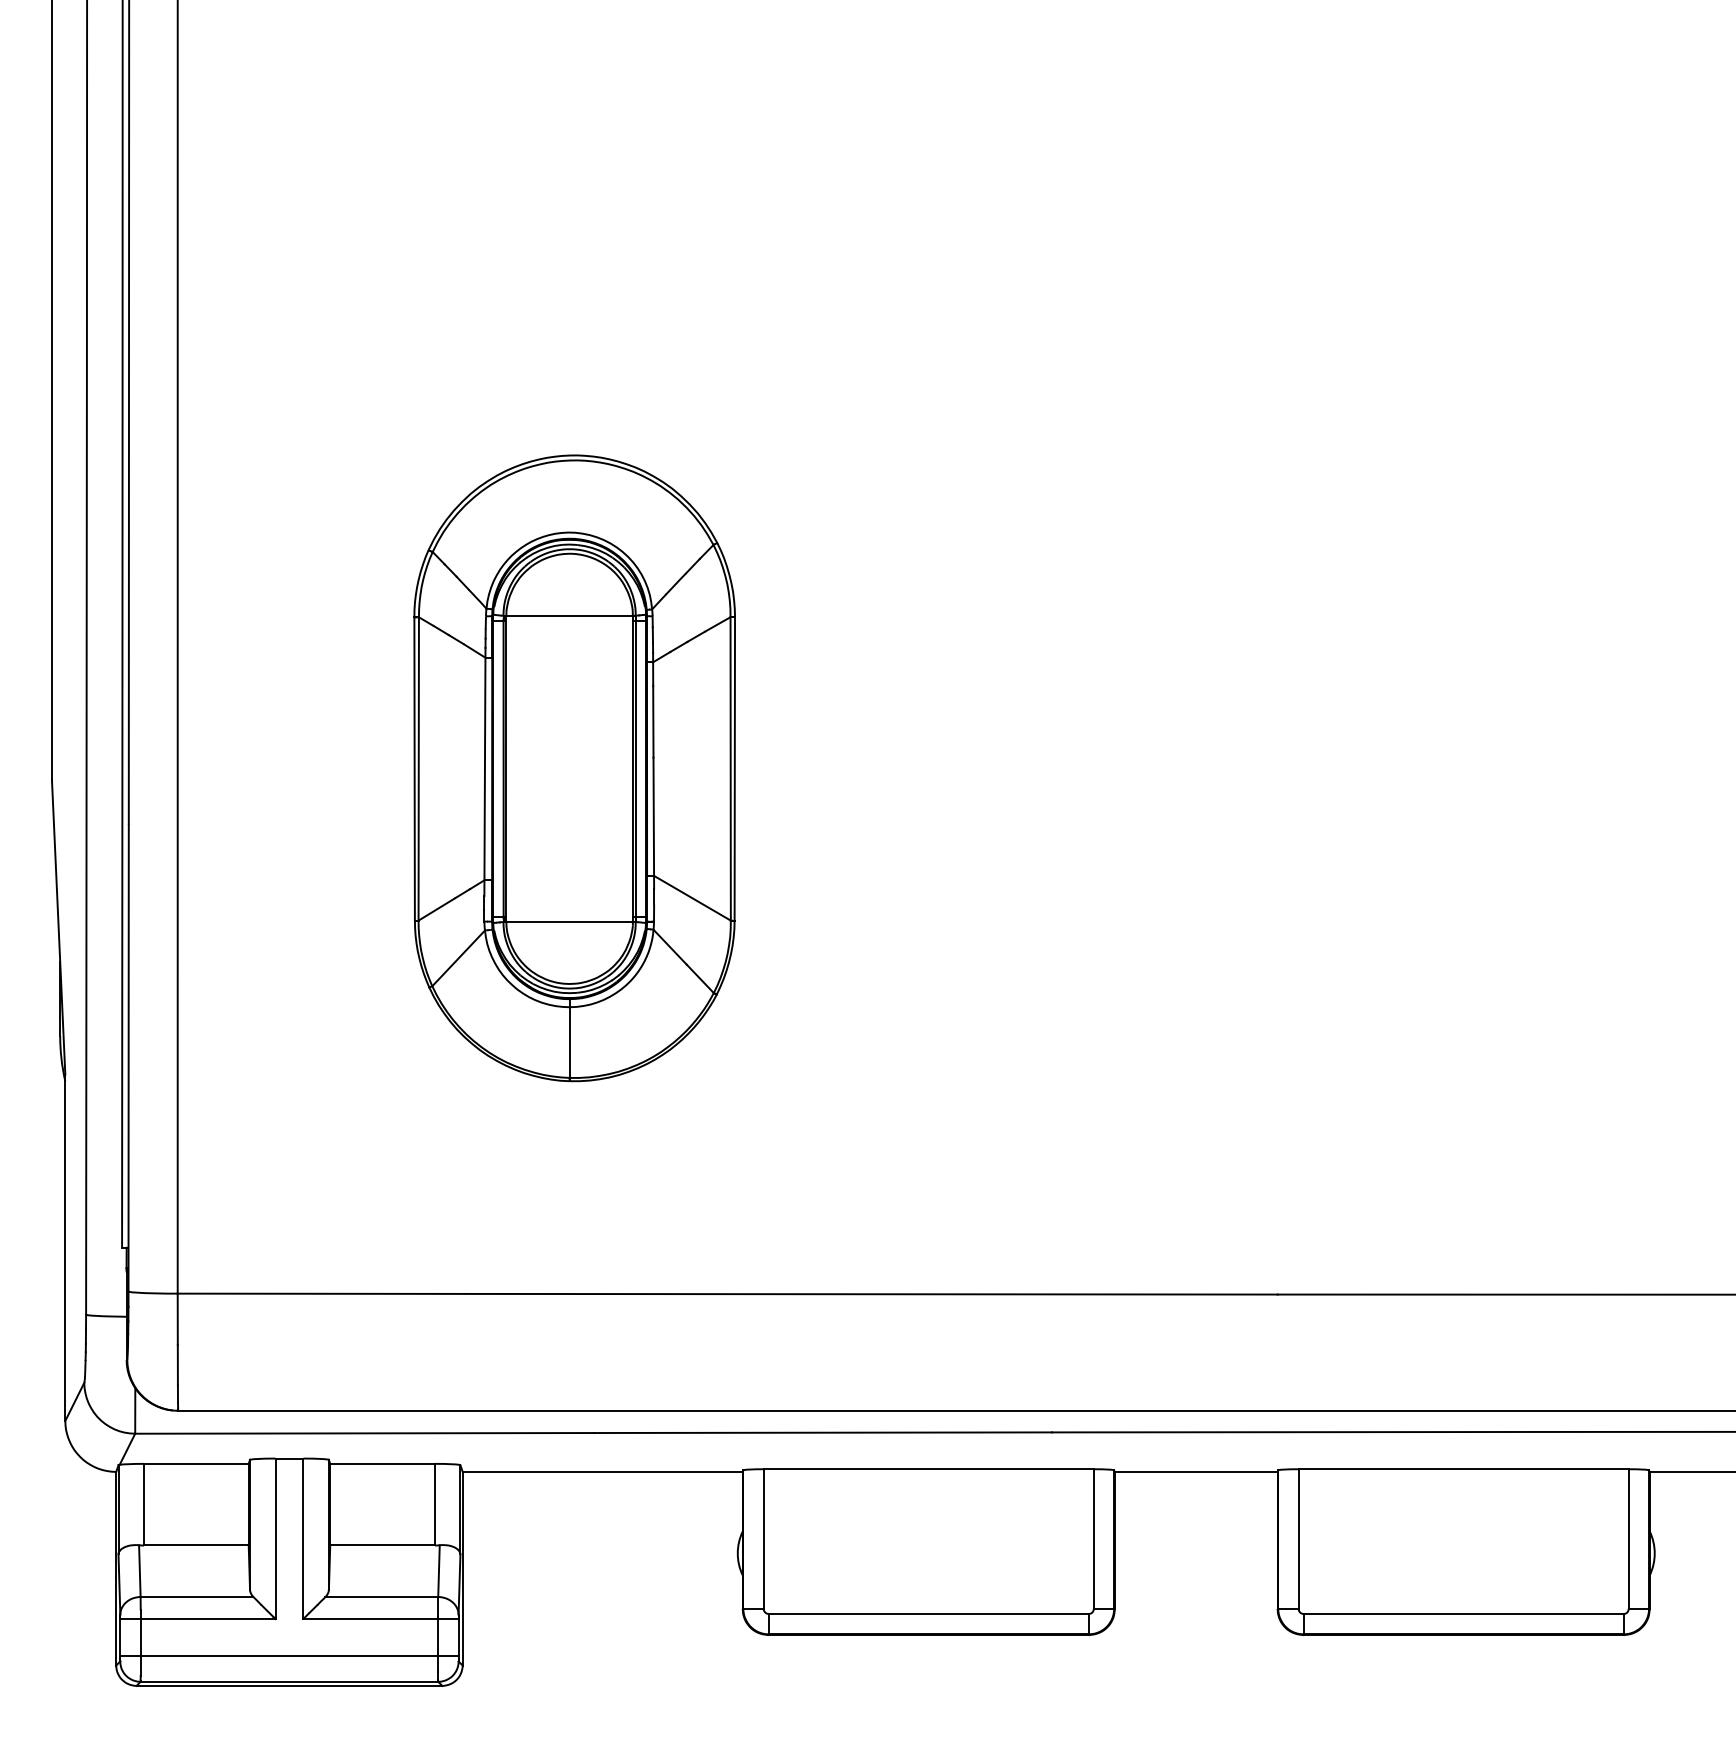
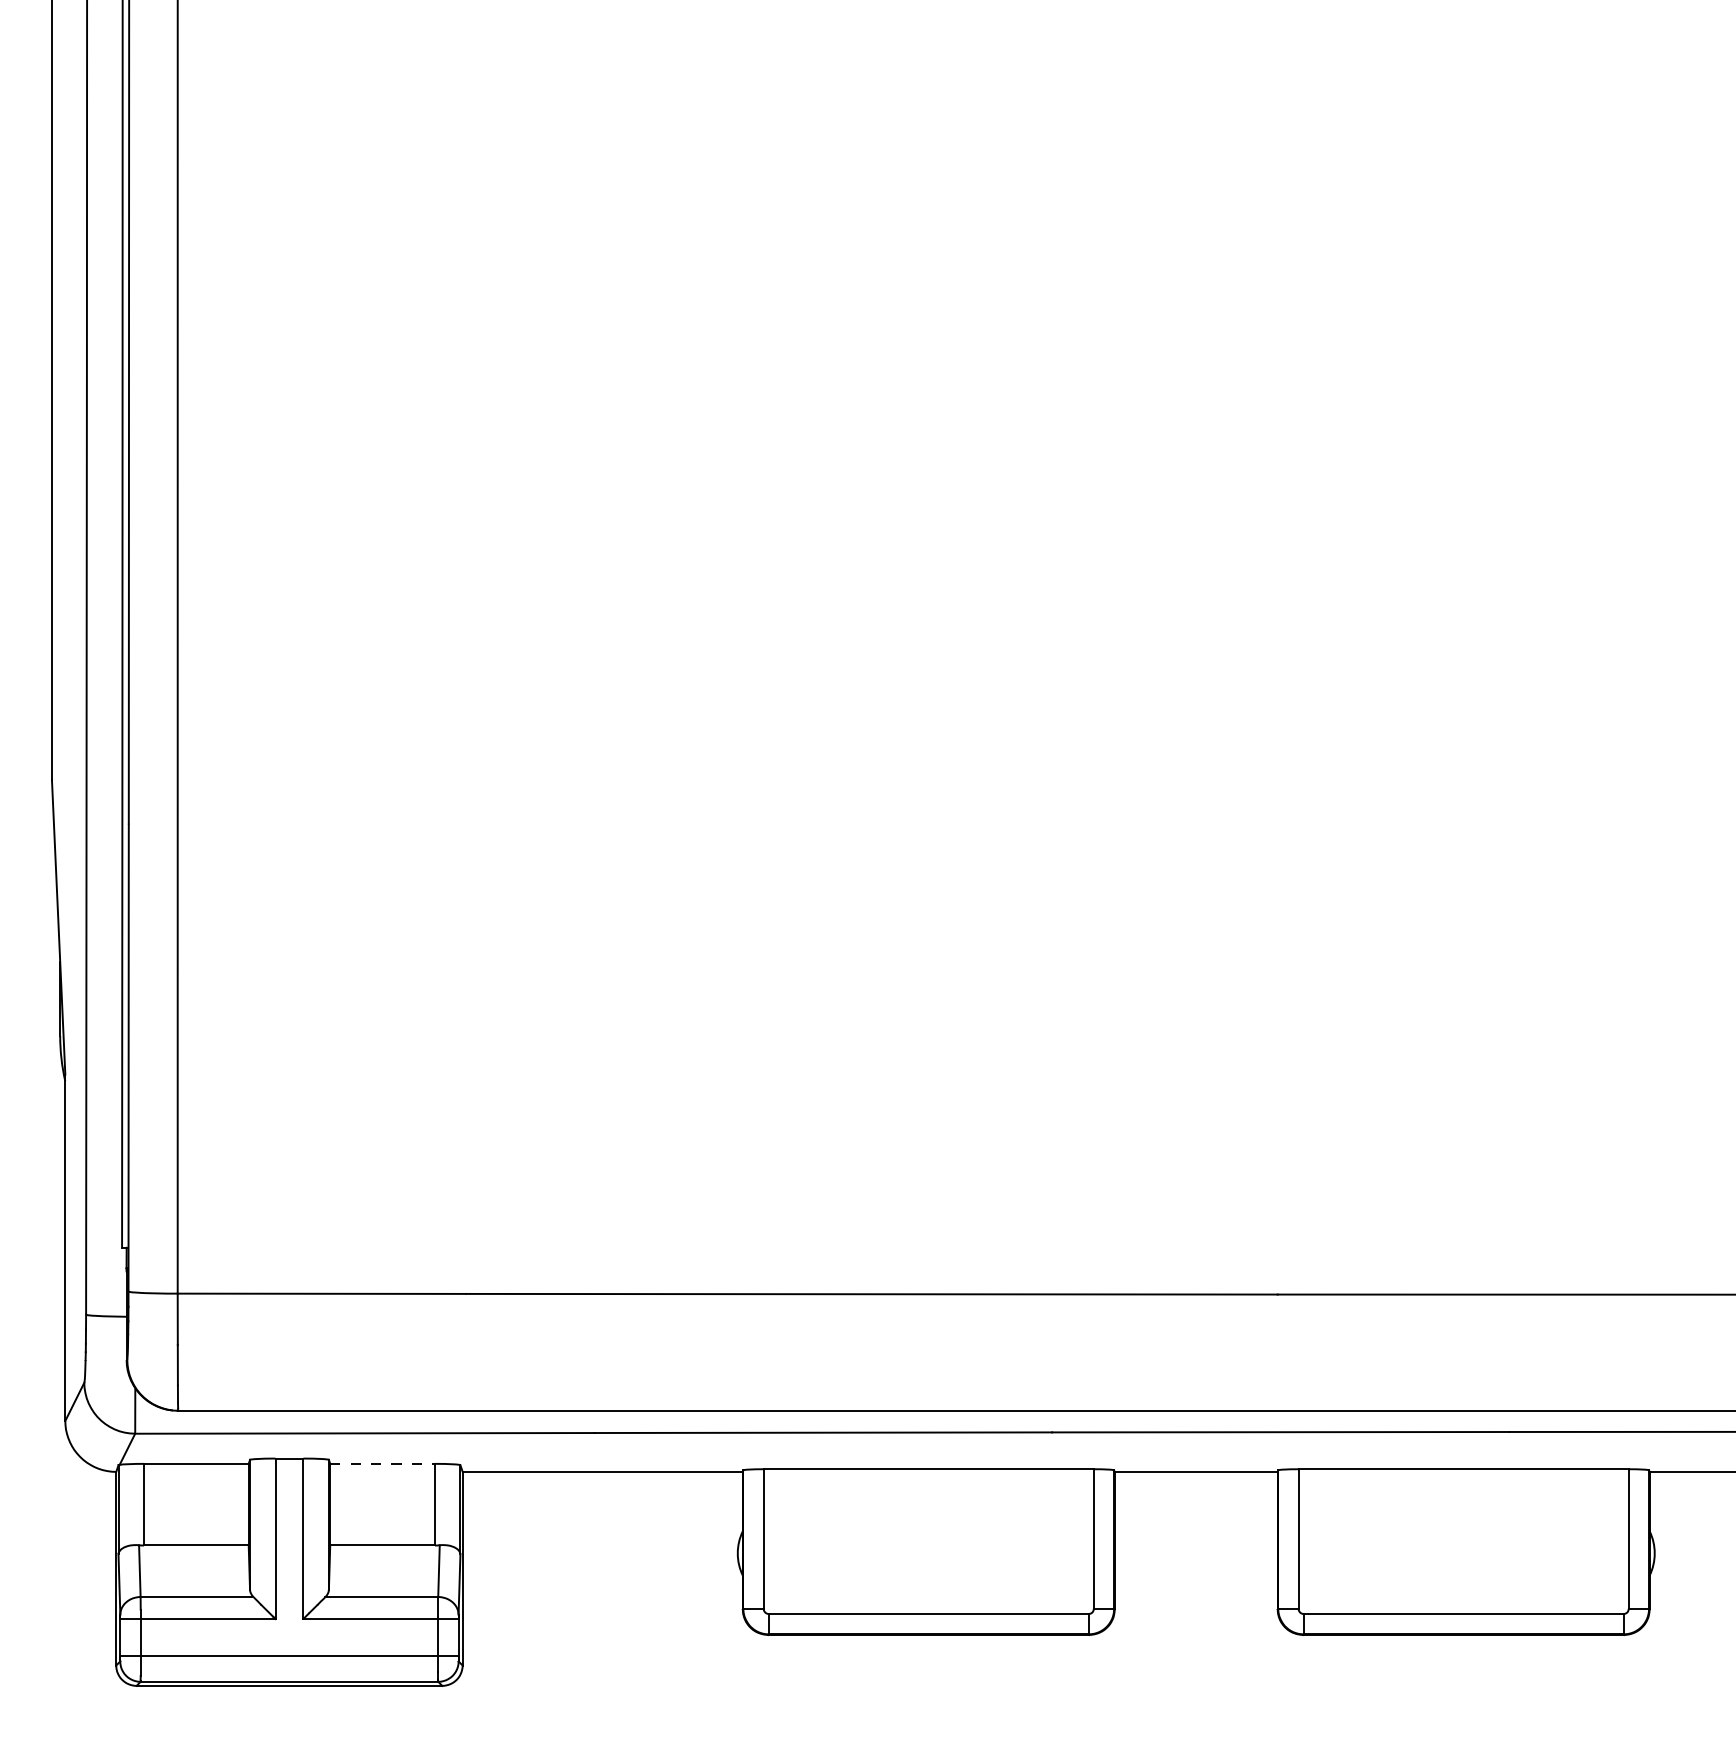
part at (574, 768): present -> none
line at (383, 1463): solid -> dashed
